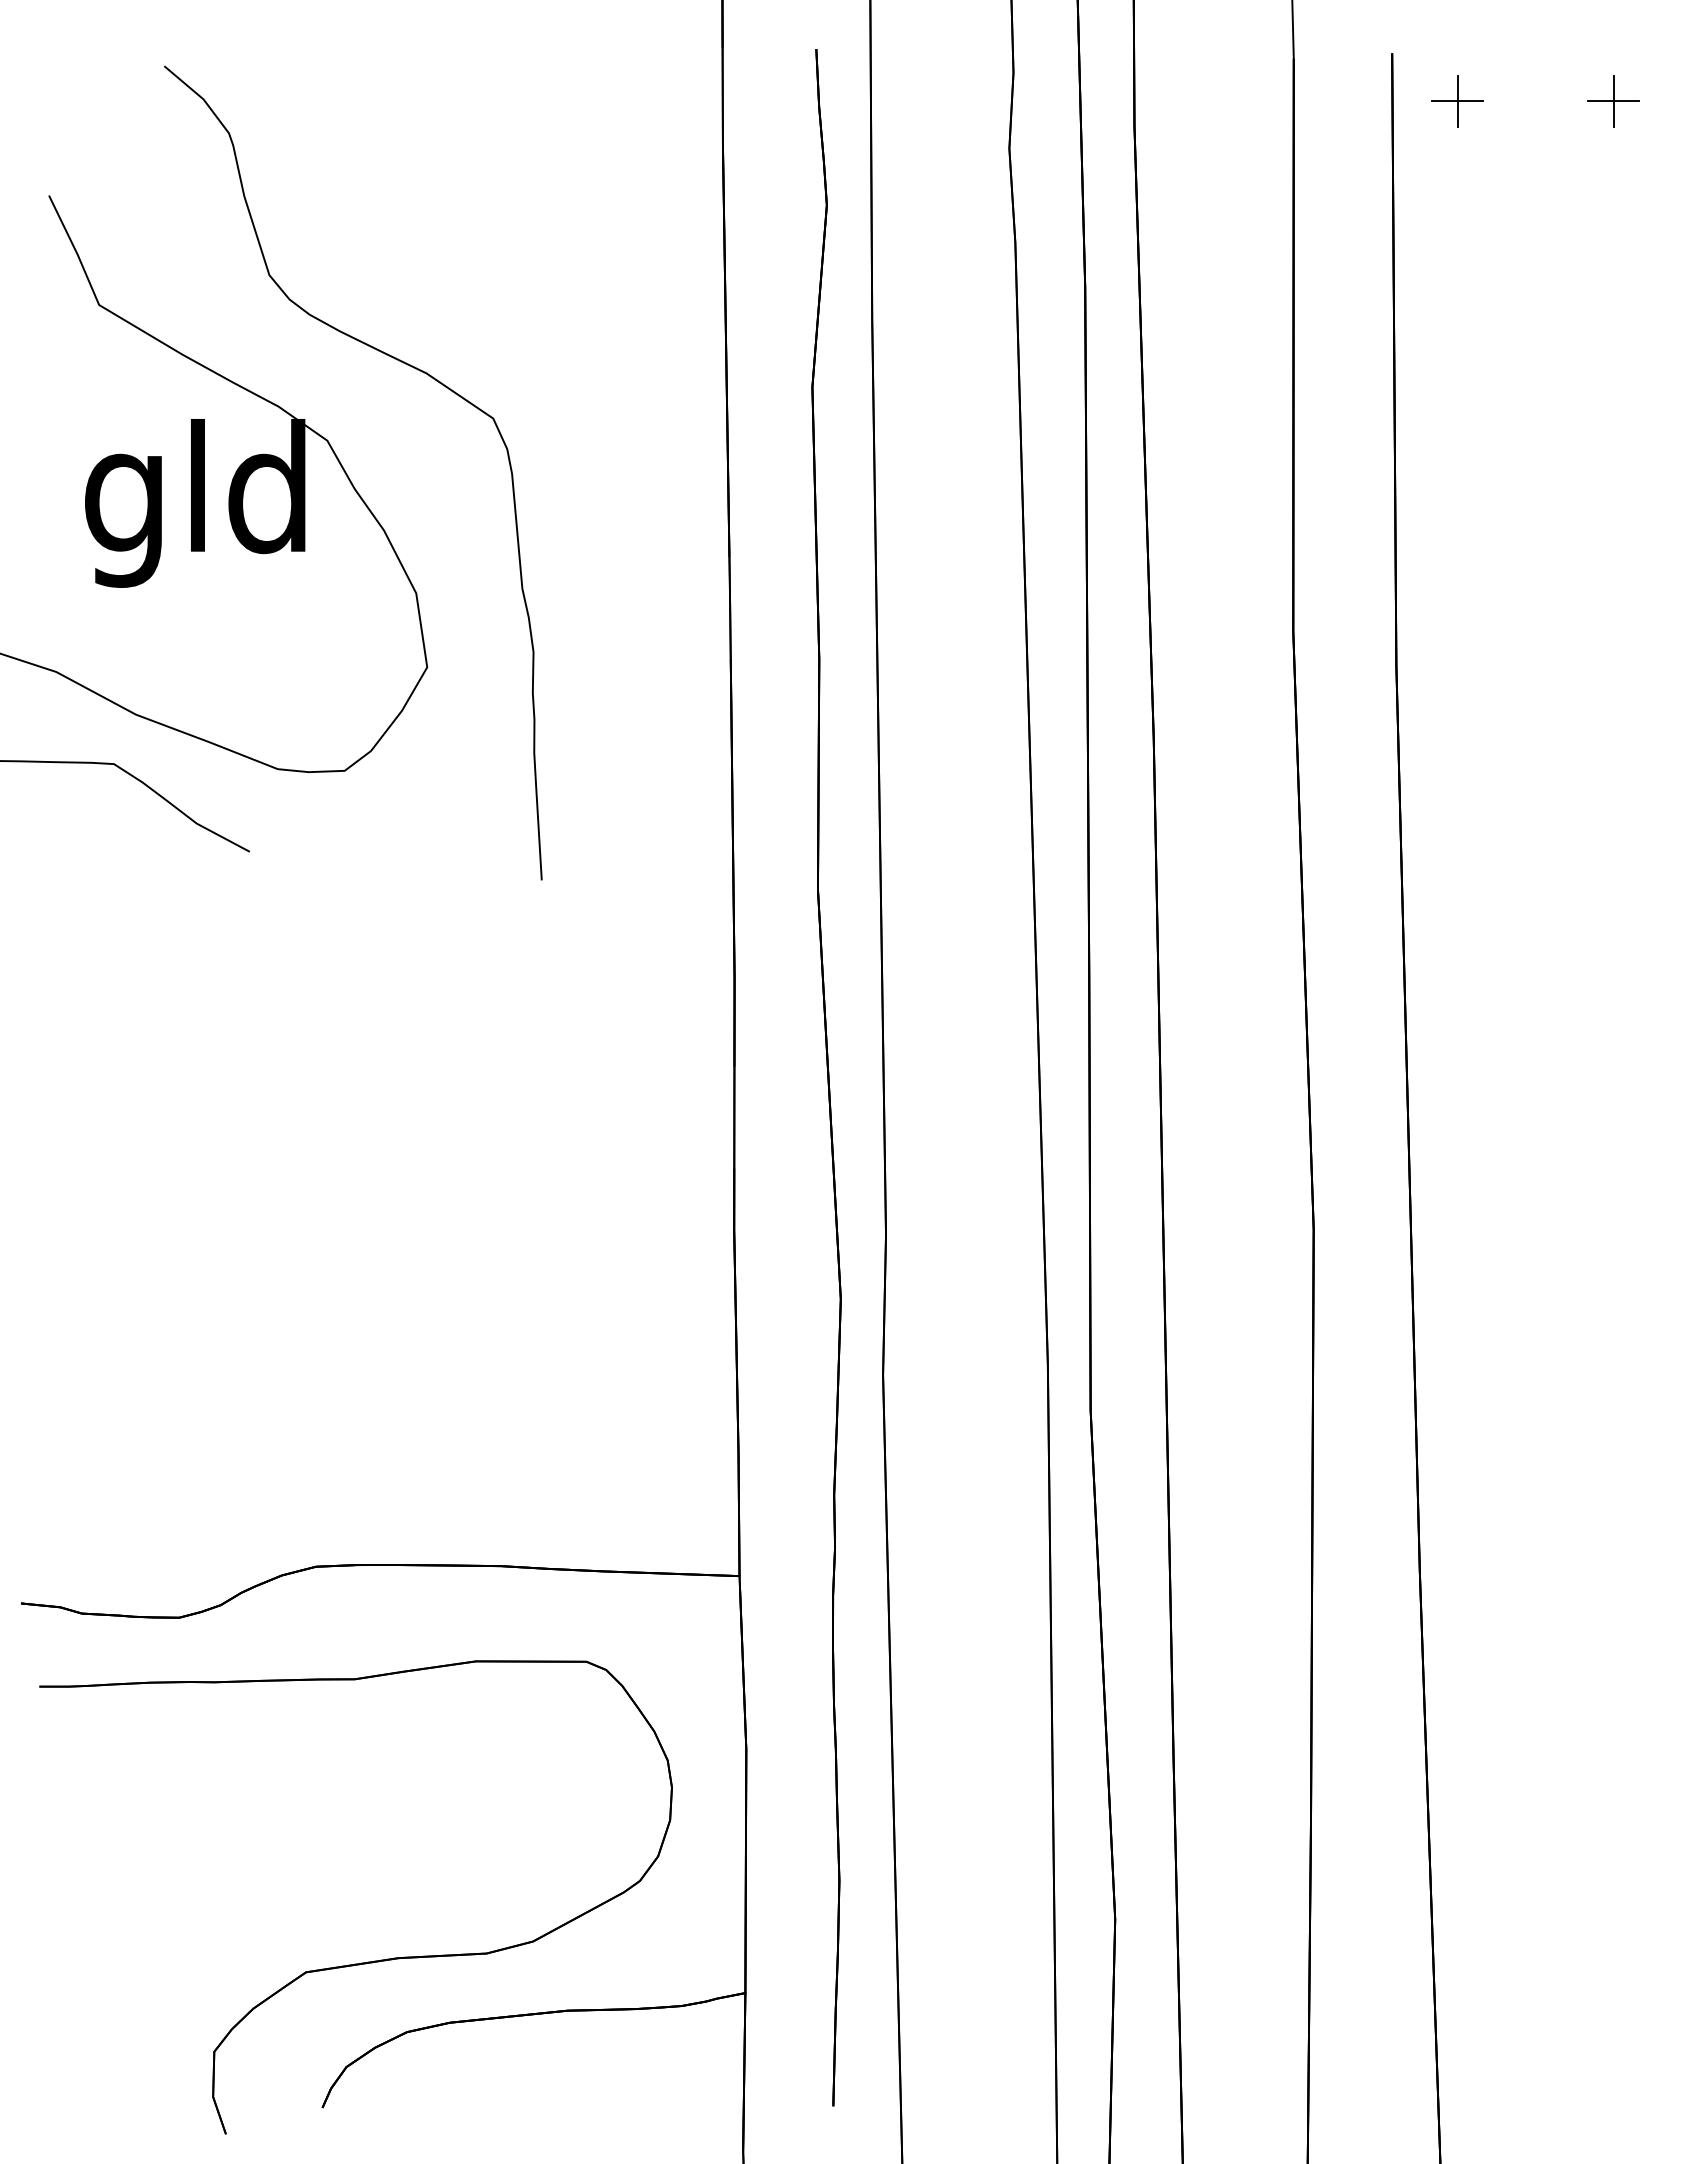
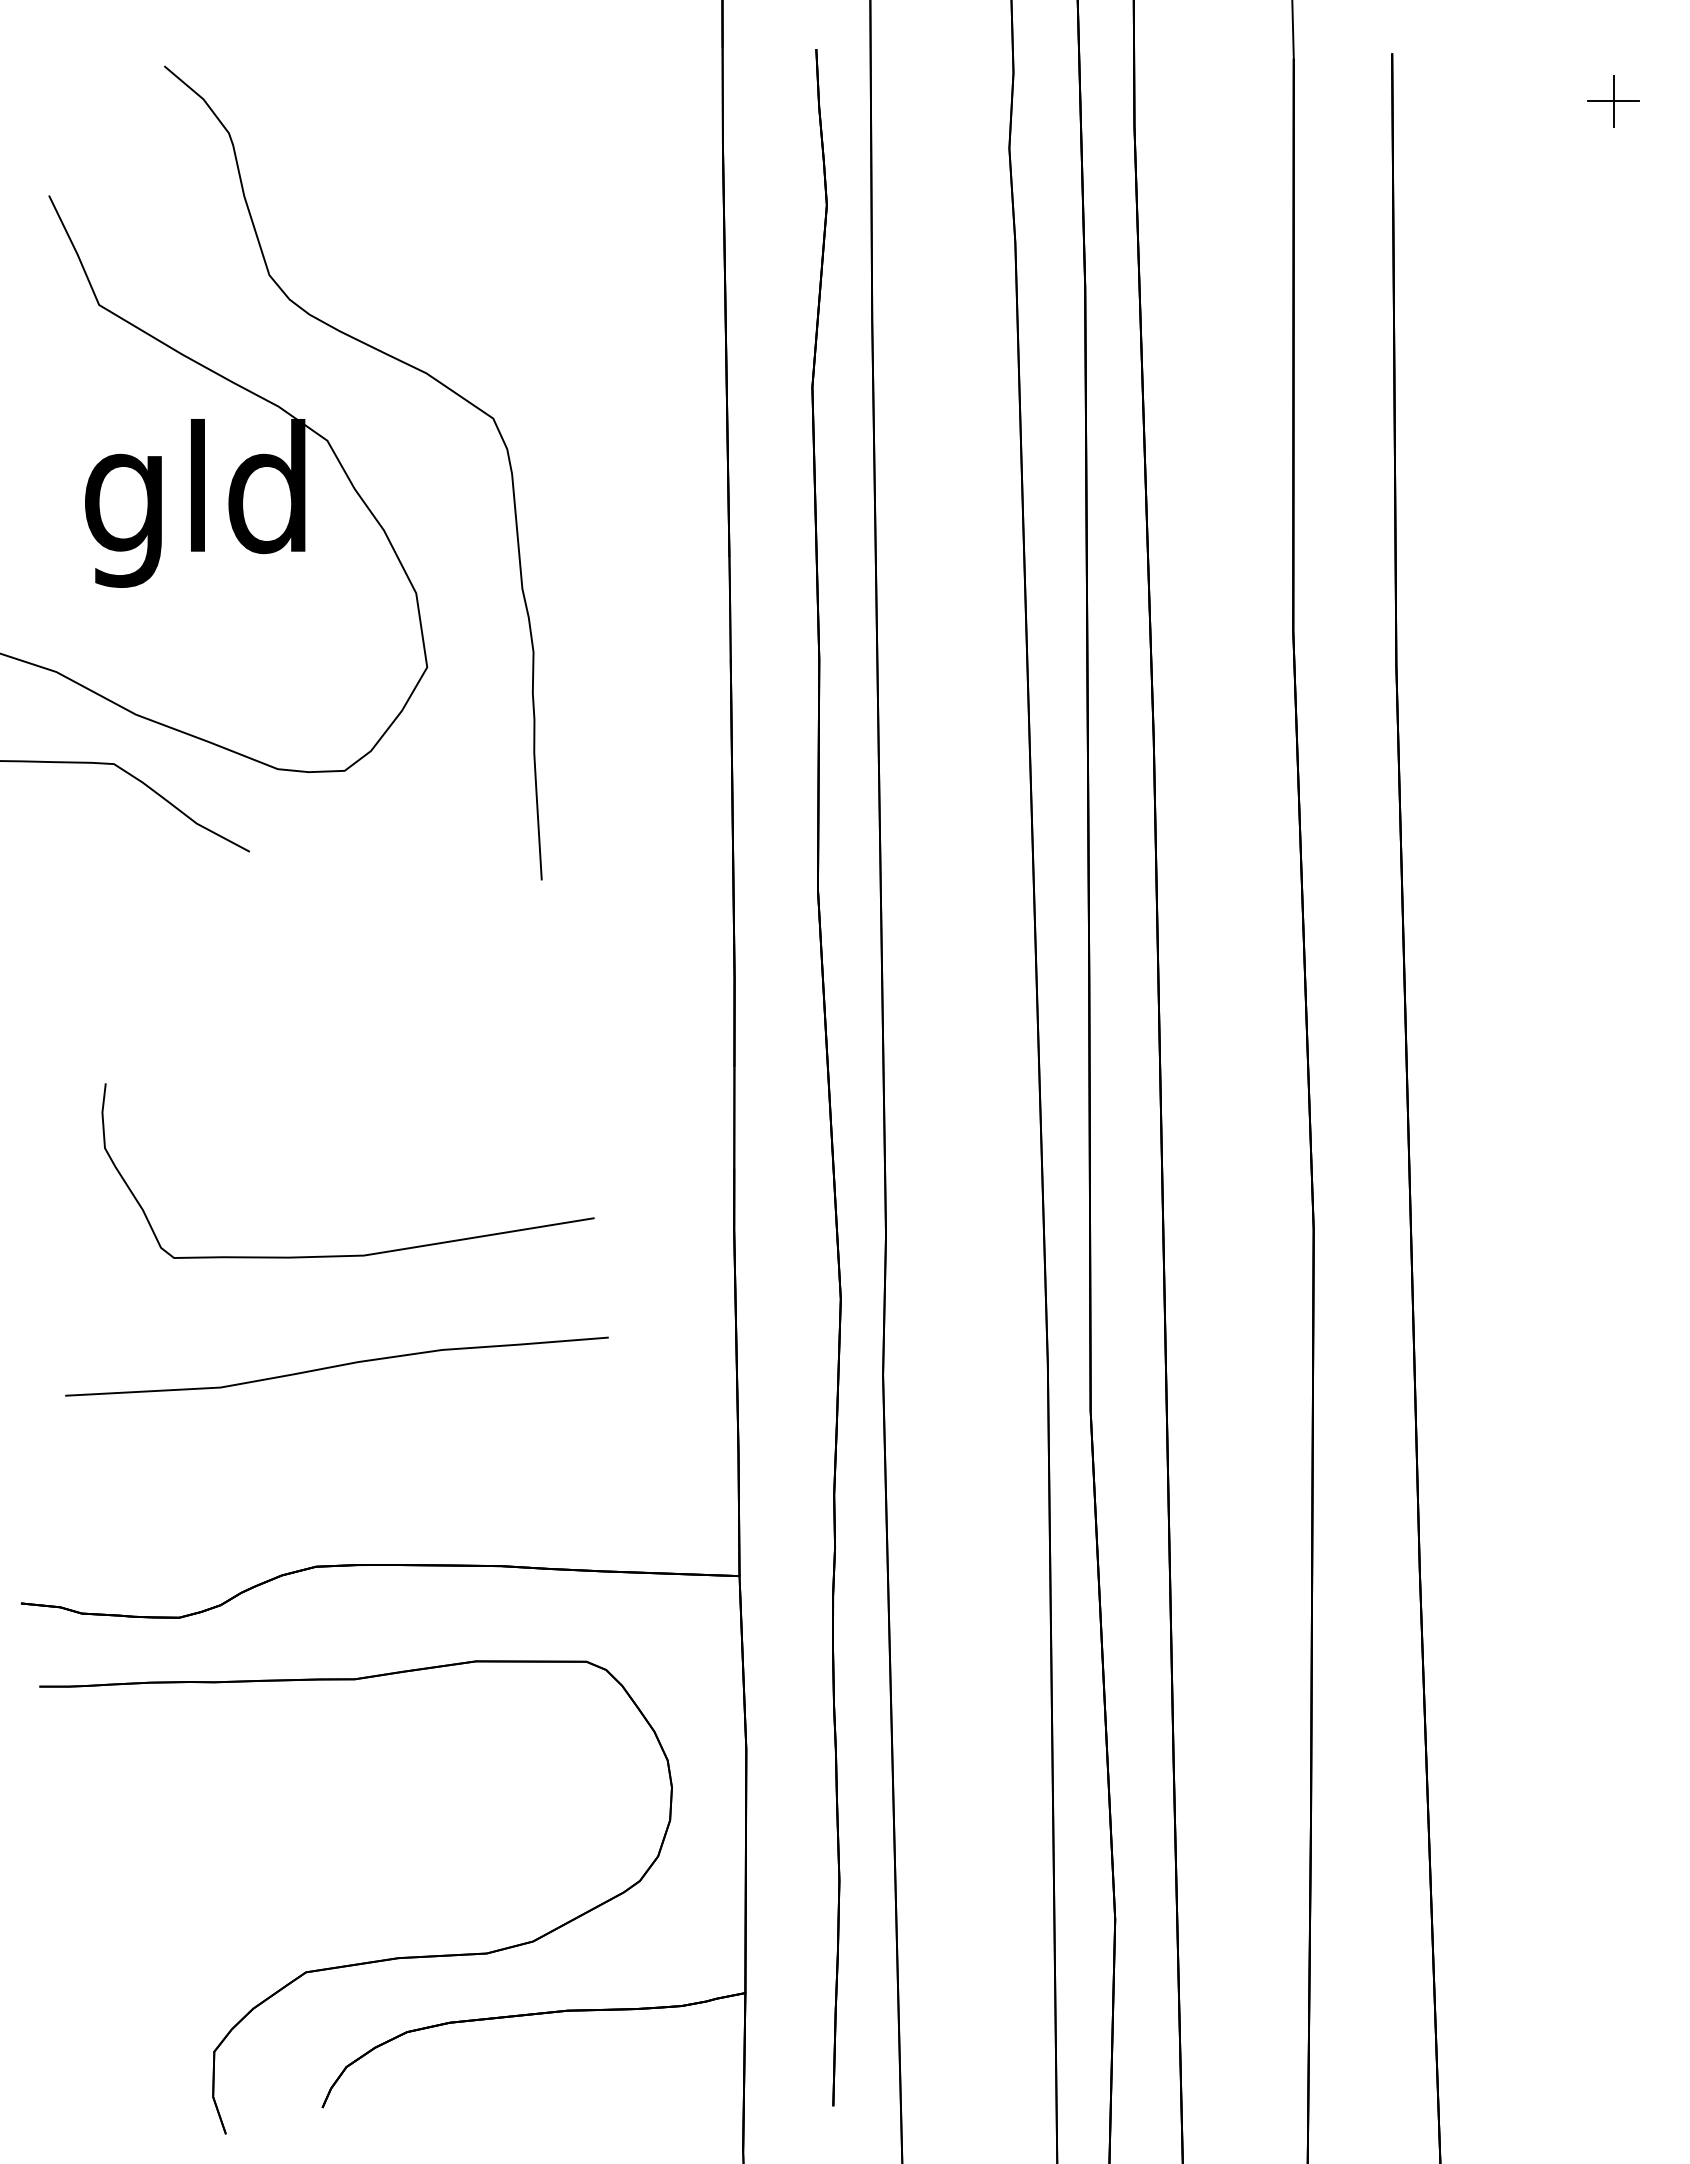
part at (1457, 101): present -> none
curve at (355, 1254): none -> present
curve at (336, 1366): none -> present
